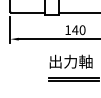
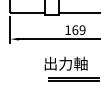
text at (78, 30): 140 -> 169
text at (70, 61) position: (70, 61) -> (65, 63)
